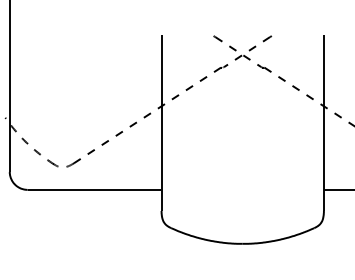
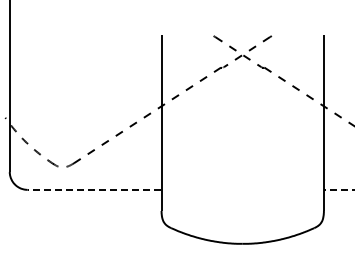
line at (94, 189): solid -> dashed
line at (338, 189): solid -> dashed
